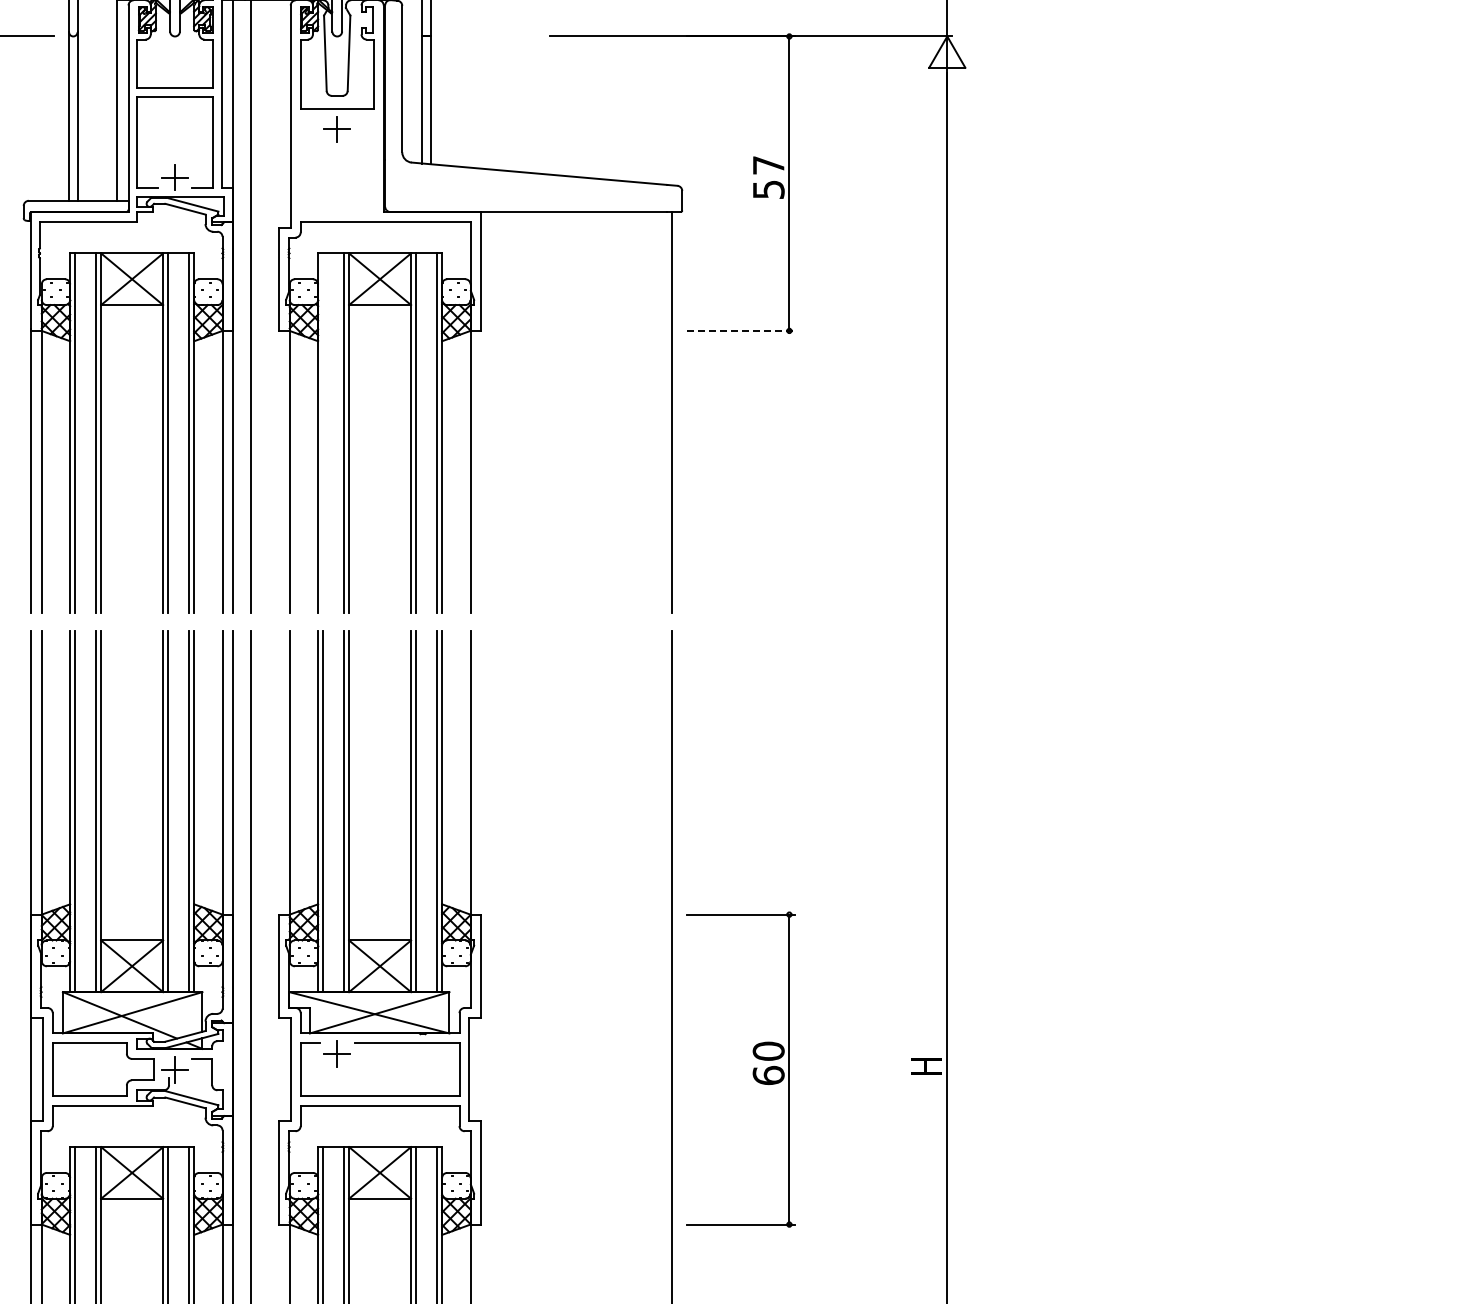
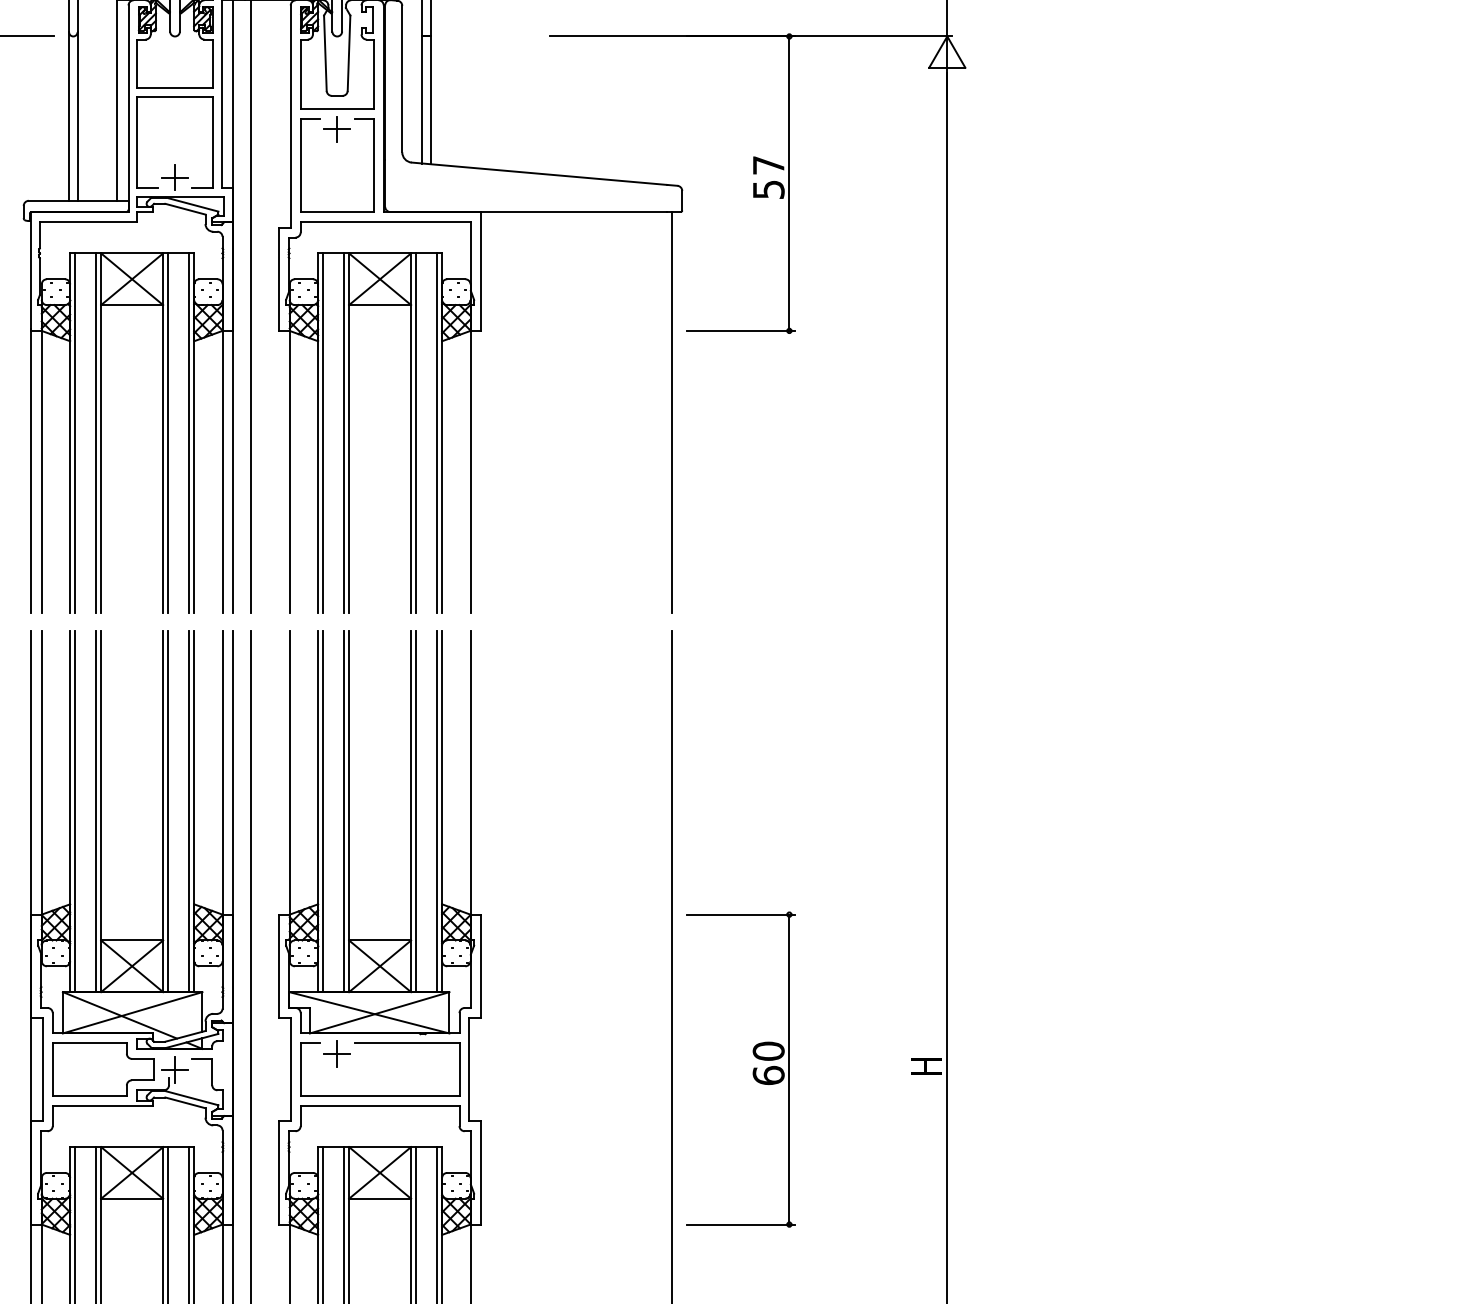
part at (301, 165): none -> present
line at (741, 330): dashed -> solid
line at (323, 432): none -> present
